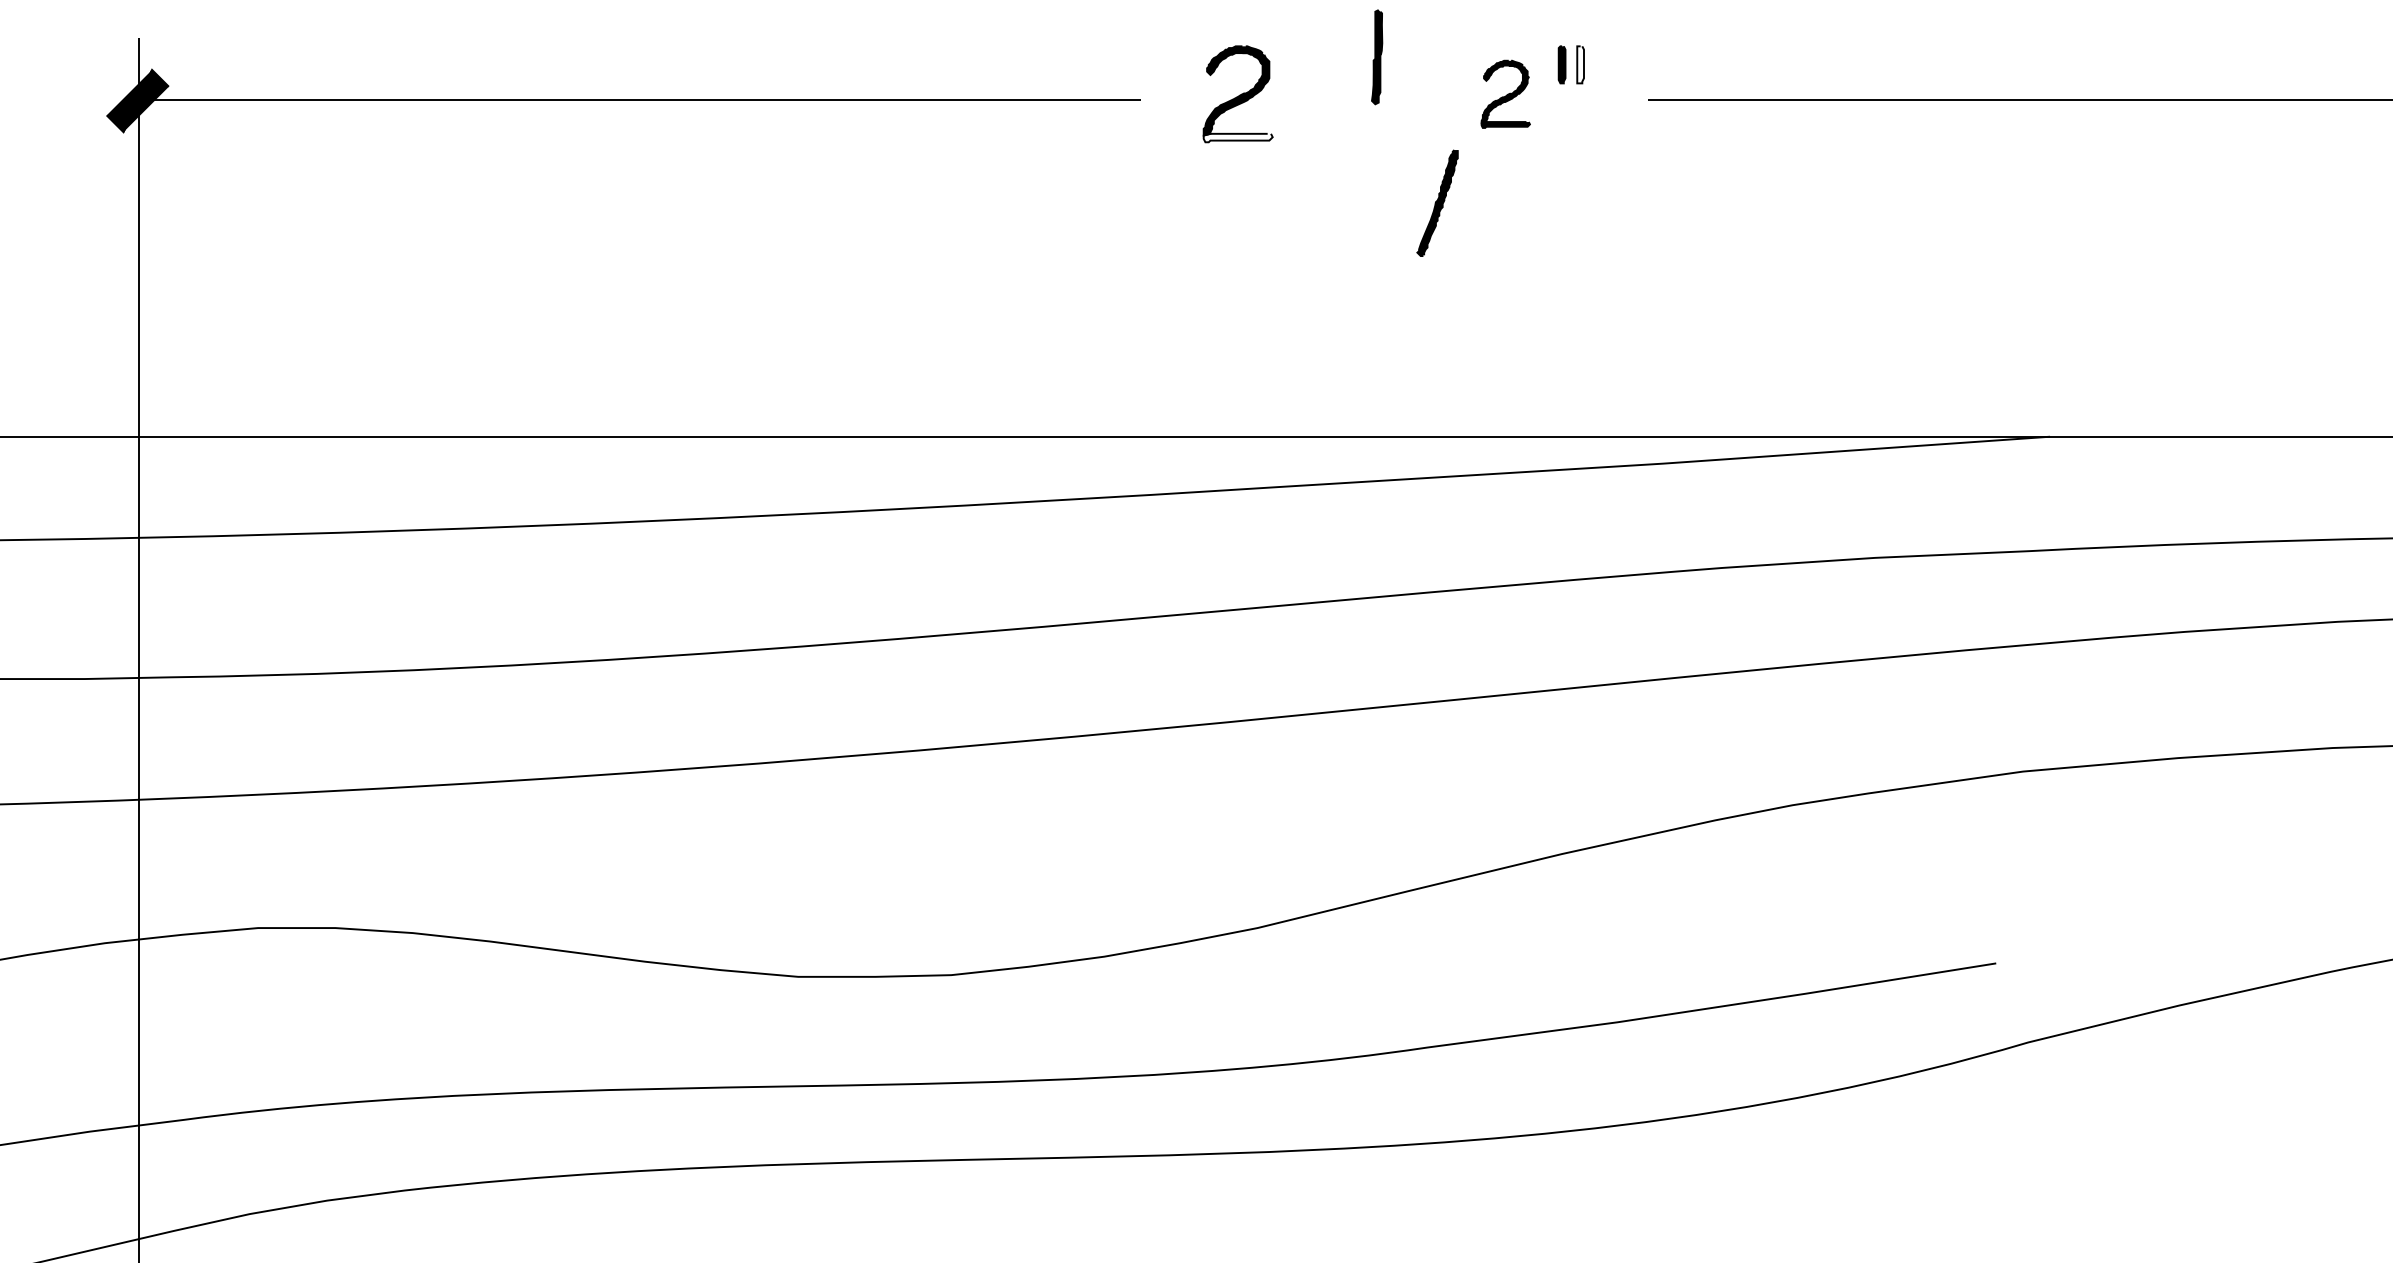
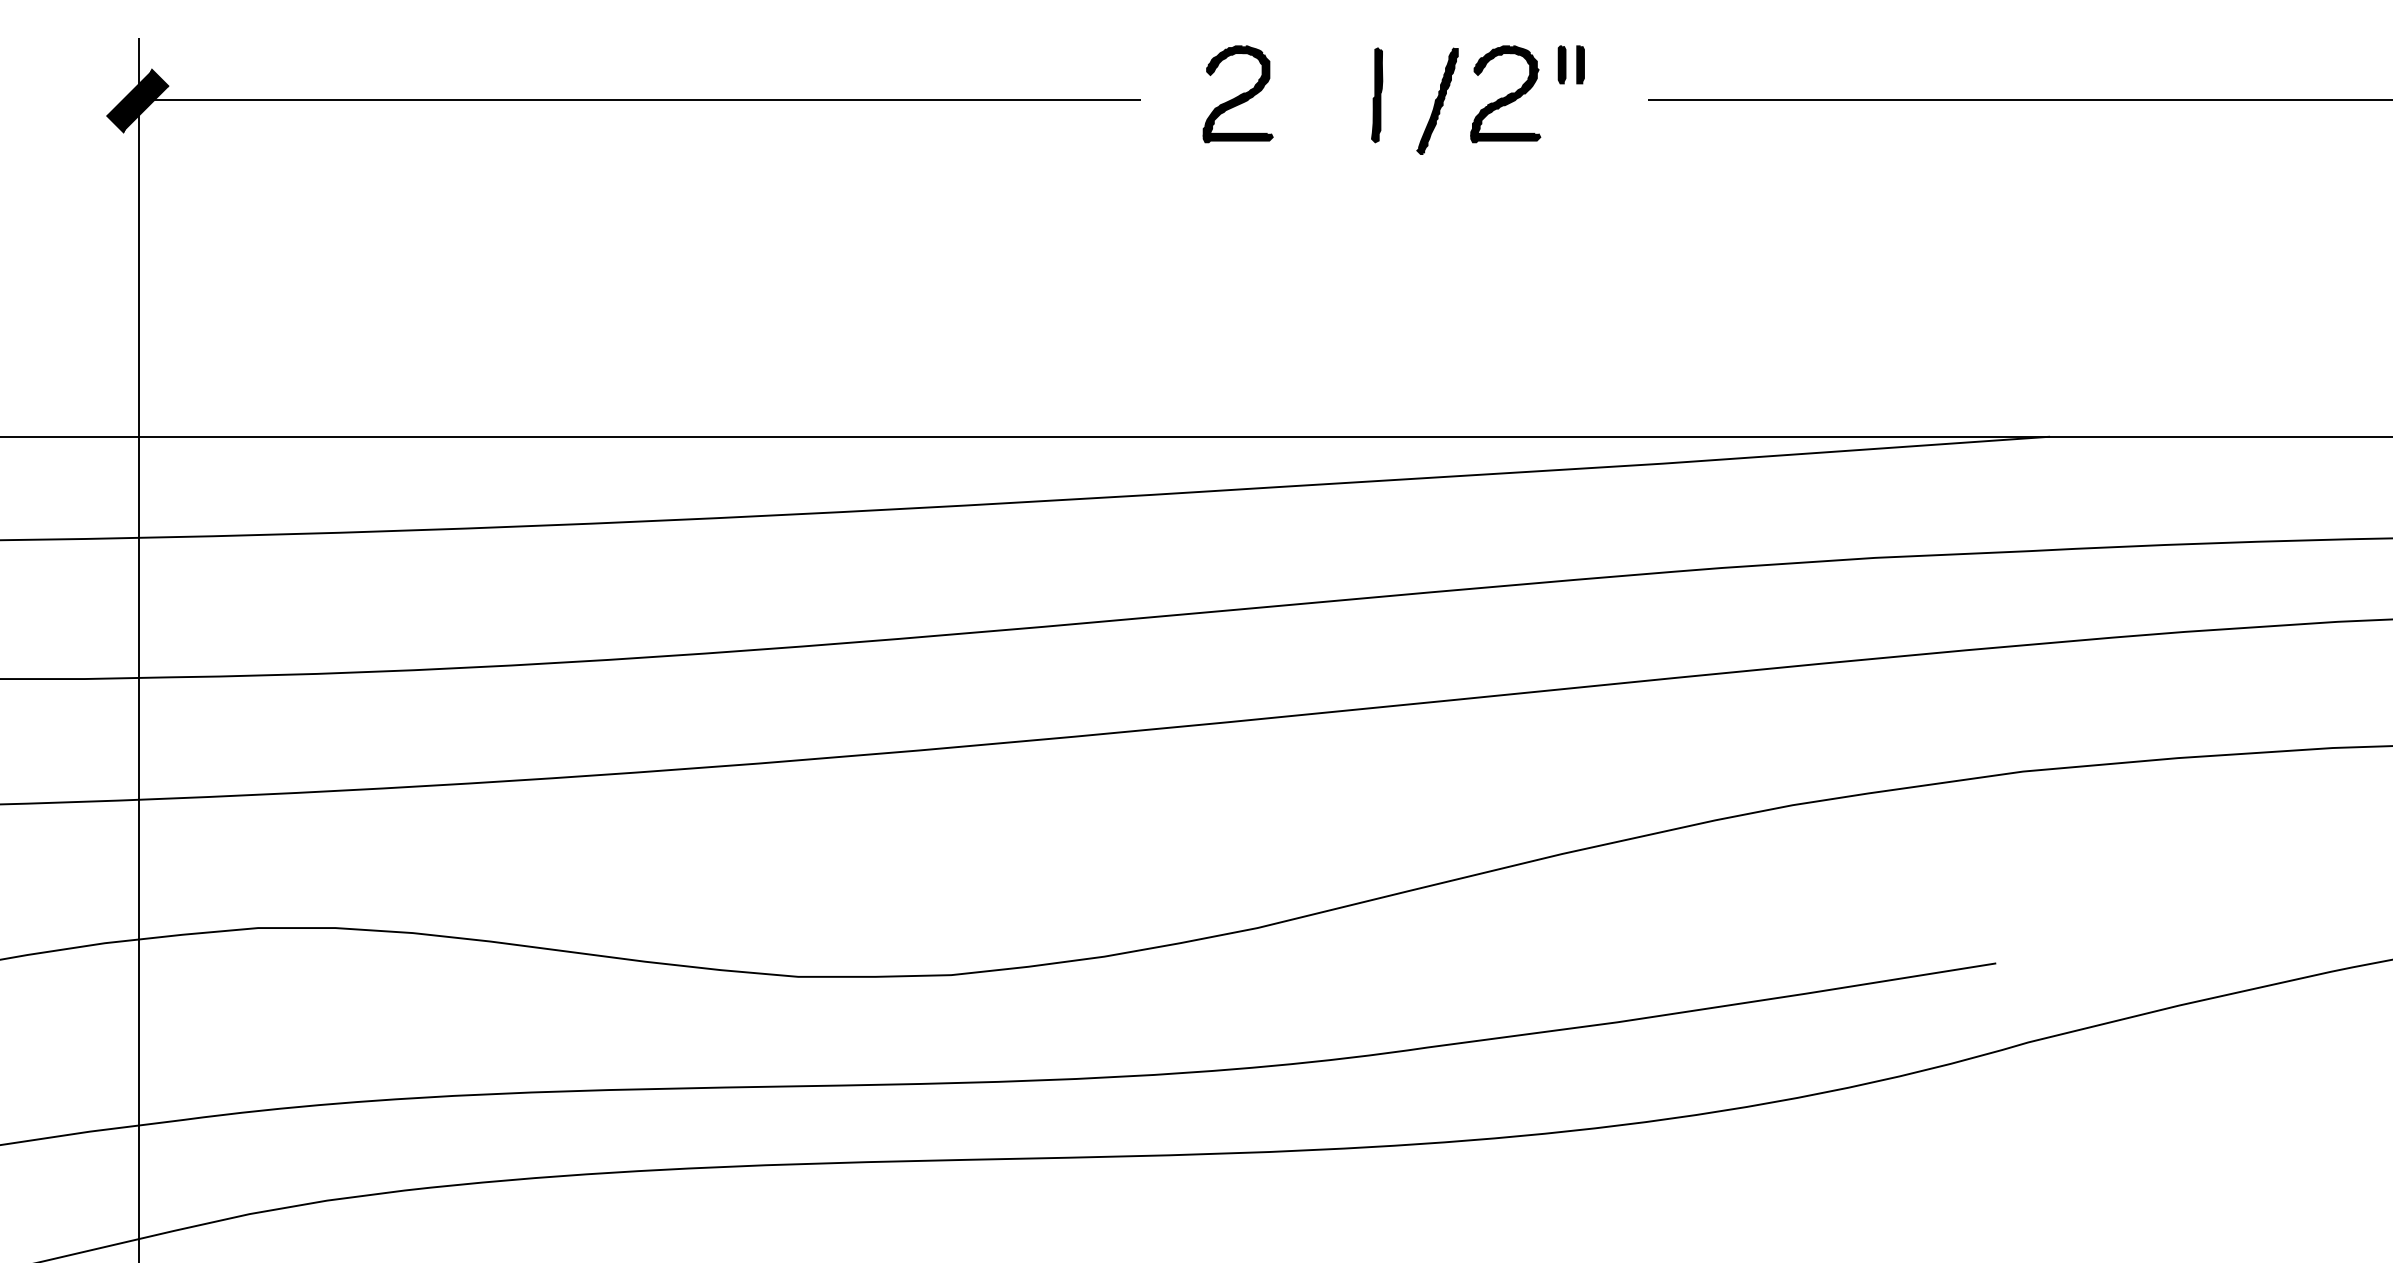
part at (1377, 57) position: (1377, 57) -> (1377, 95)
fill at (1580, 64): none -> present
part at (1505, 93) size: 51x70 px -> 72x99 px
fill at (1237, 137): none -> present
part at (1437, 202) position: (1437, 202) -> (1437, 100)
